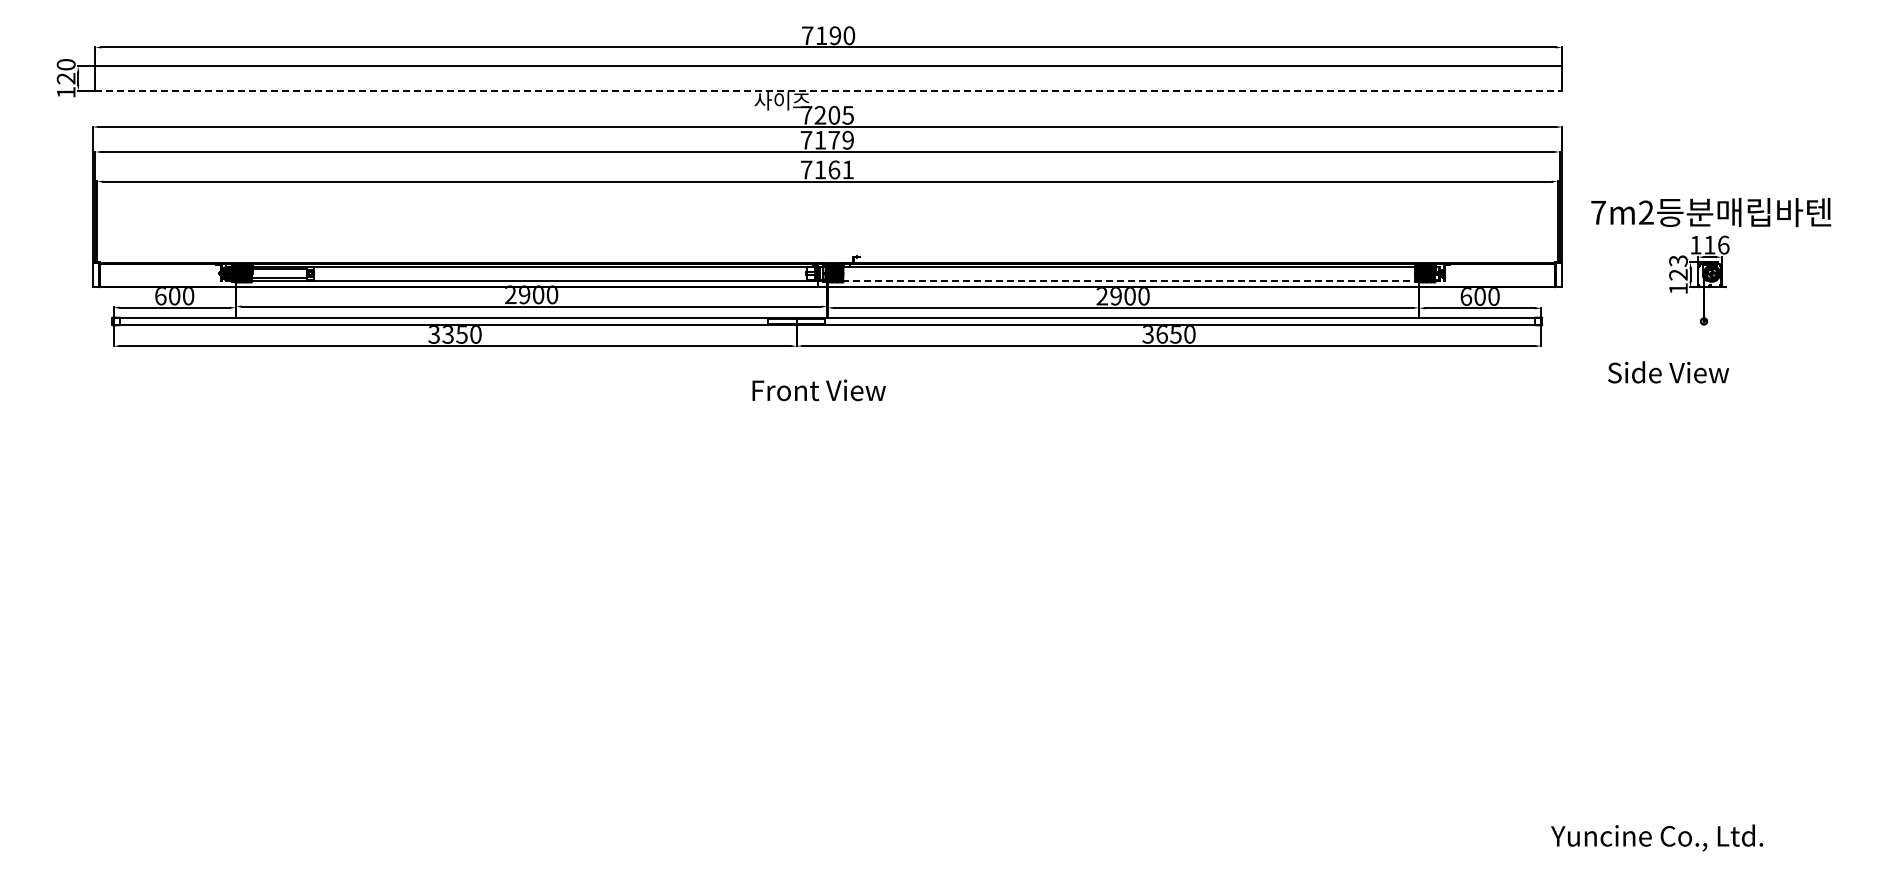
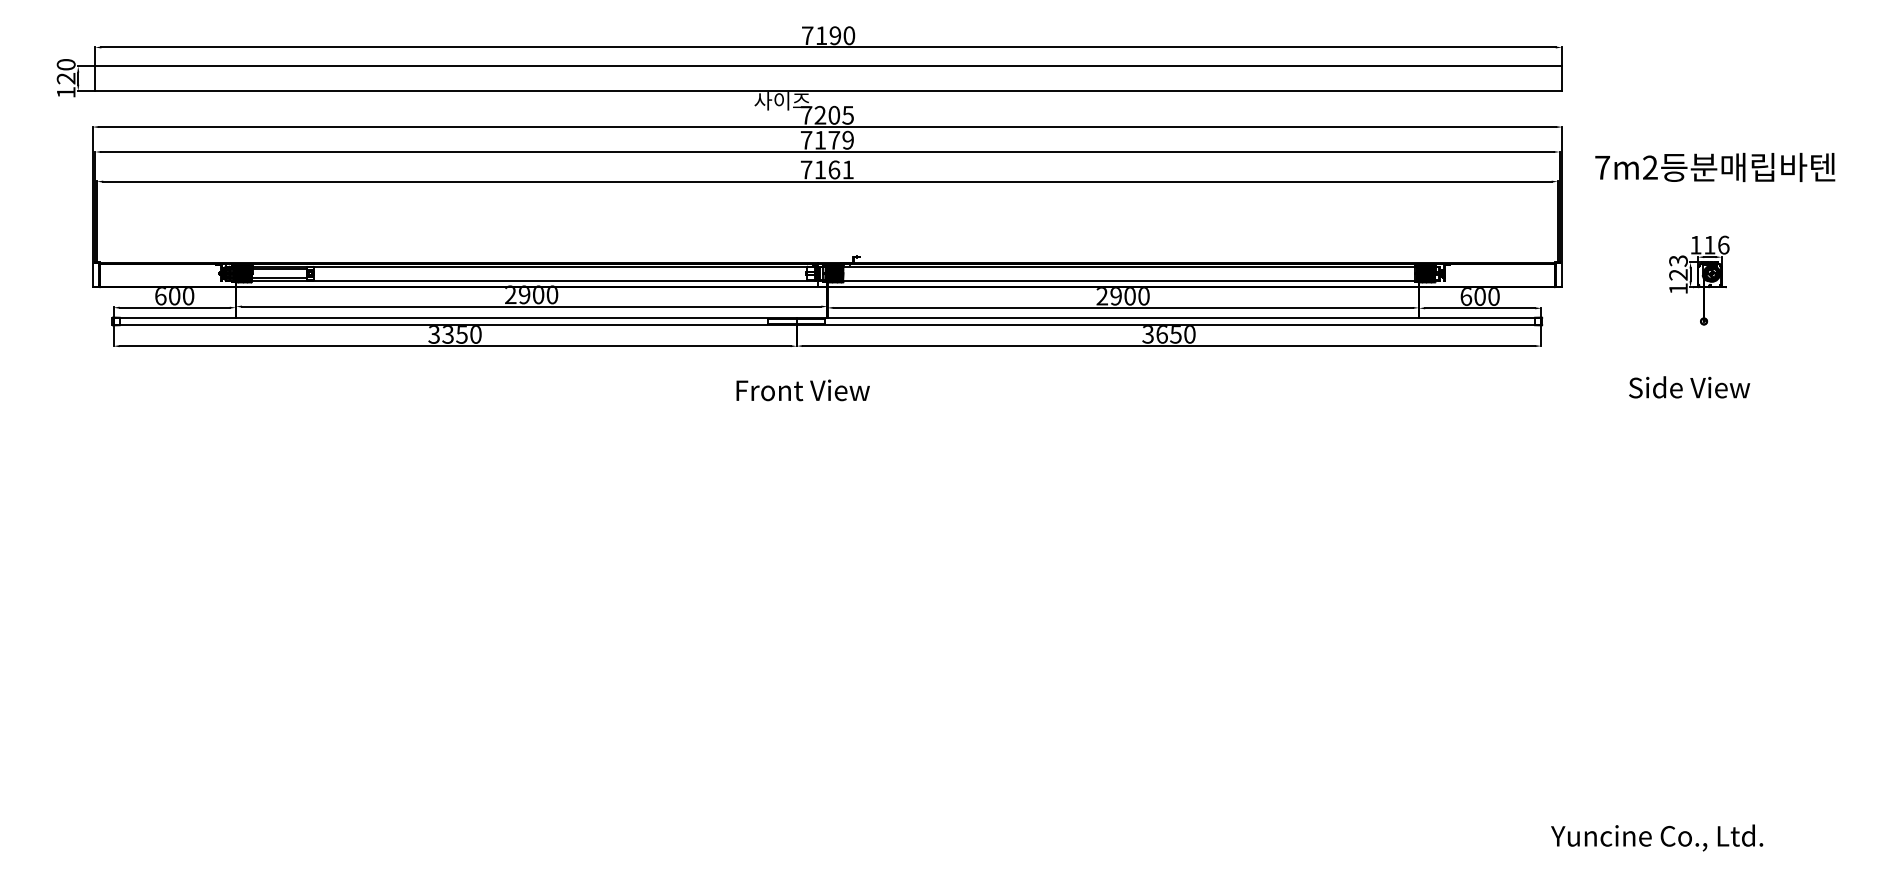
line at (829, 90): dashed -> solid
text at (1711, 211) position: (1711, 211) -> (1715, 166)
line at (1129, 280): dashed -> solid
text at (1668, 372) position: (1668, 372) -> (1689, 387)
text at (818, 390) position: (818, 390) -> (802, 390)
